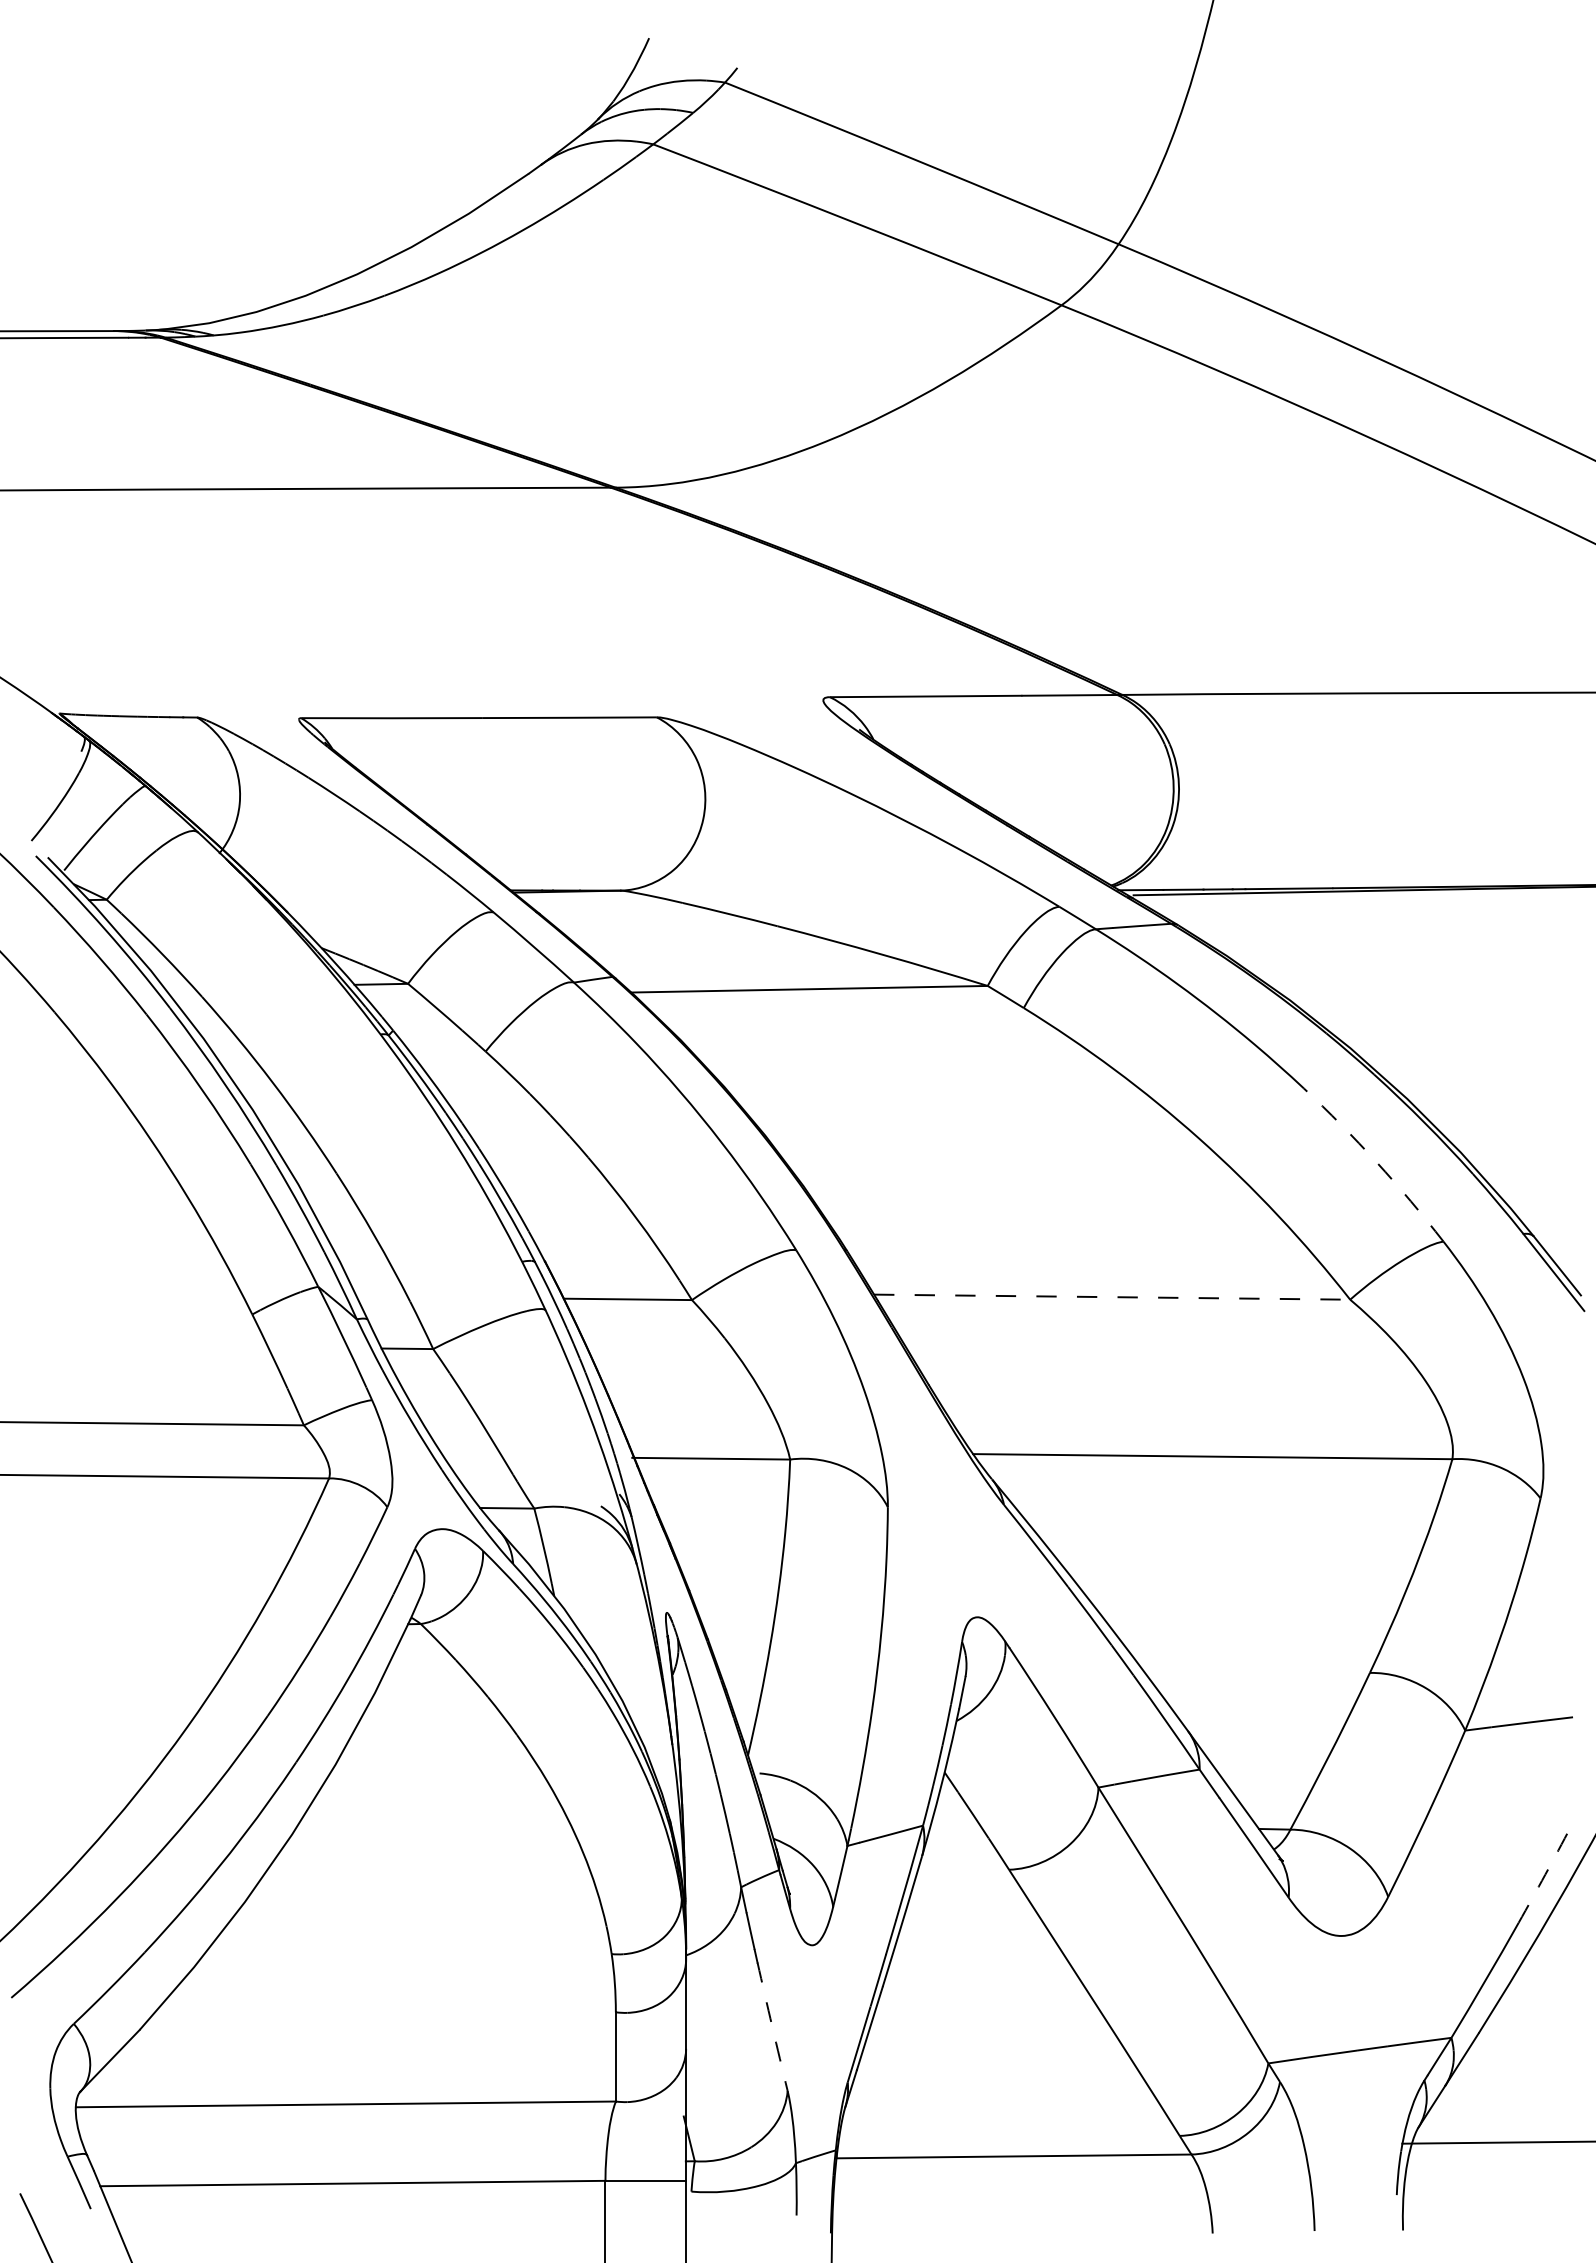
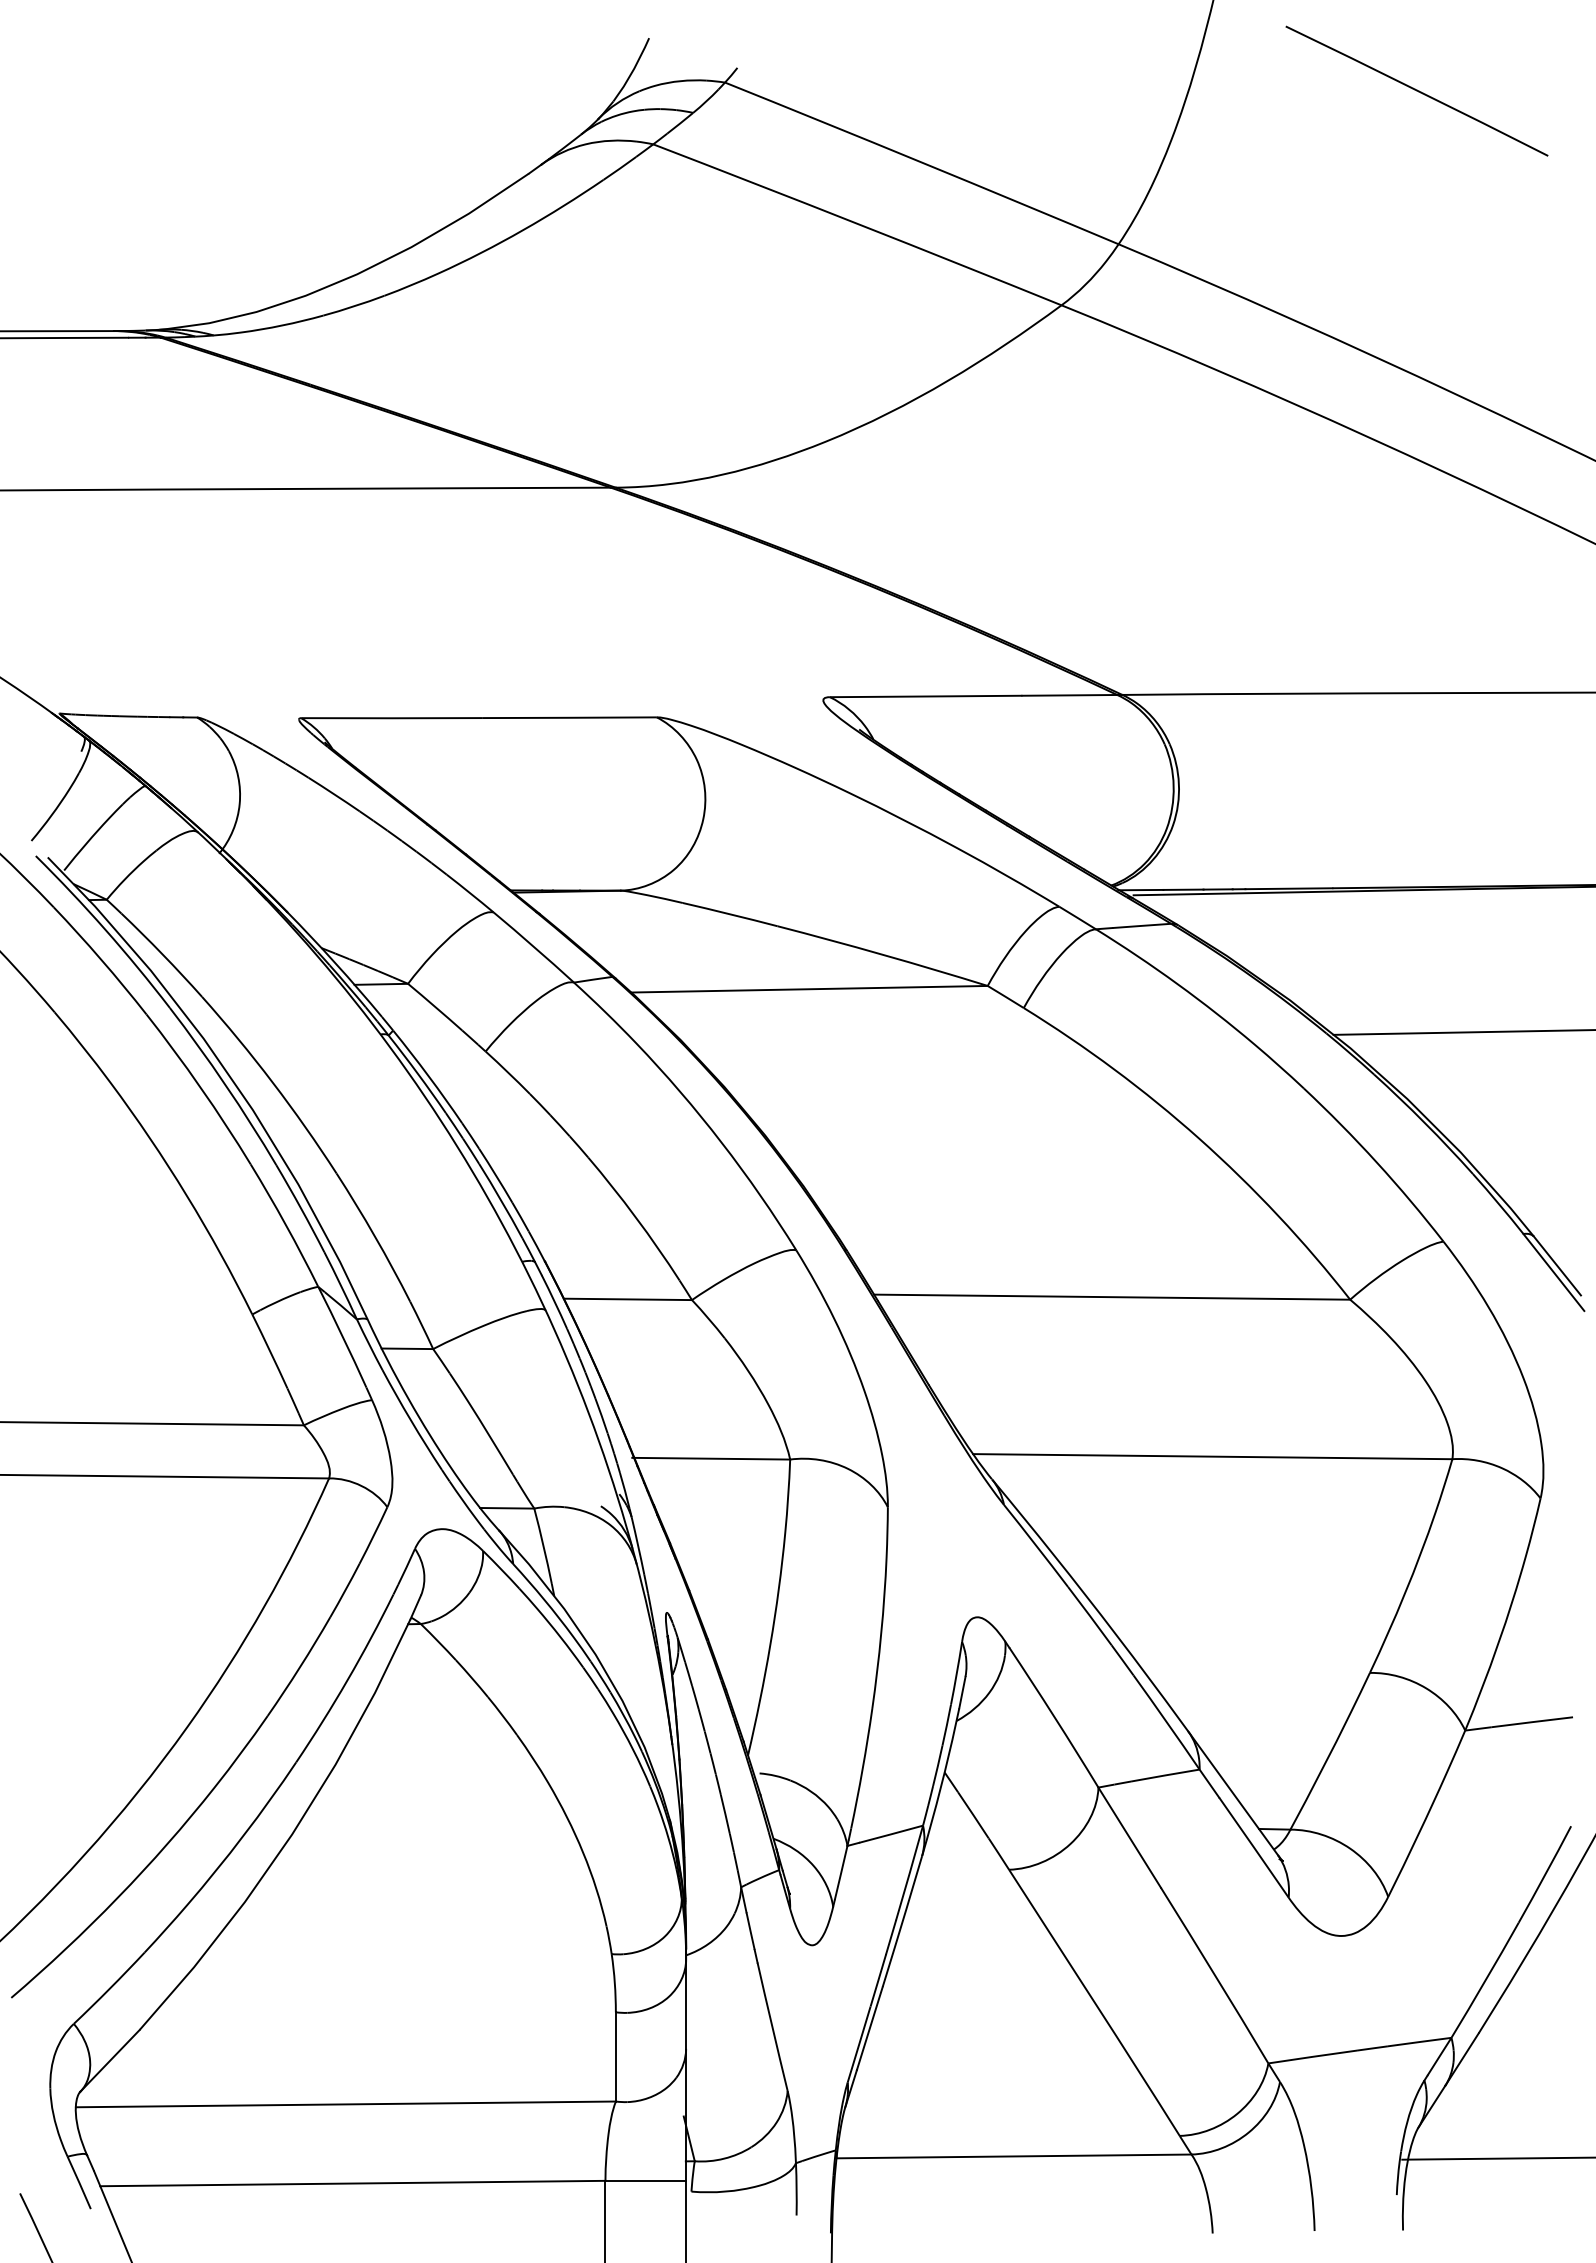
line at (1416, 90): none -> present
line at (1462, 1032): none -> present
arc at (1376, 1162): dashed -> solid
line at (1112, 1297): dashed -> solid
arc at (1545, 1874): dashed -> solid
arc at (772, 2026): dashed -> solid
line at (1497, 2142) position: (1497, 2142) -> (1497, 2158)
